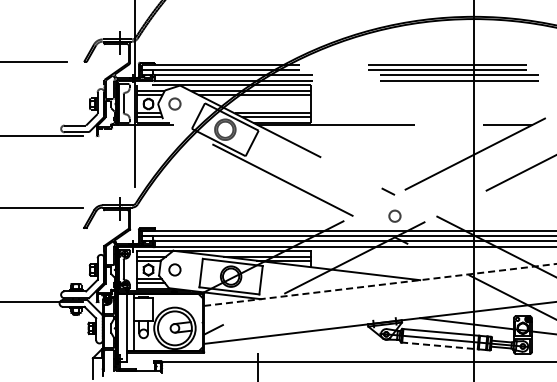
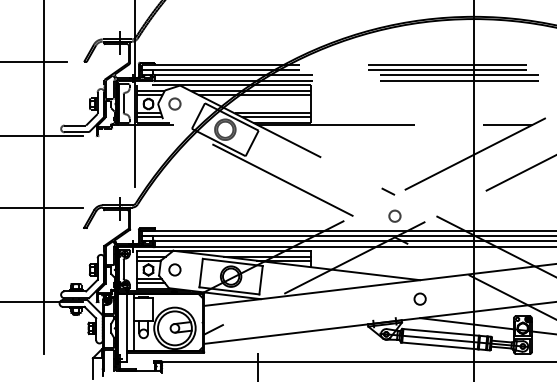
line at (44, 178): none -> present
line at (380, 284): dashed -> solid
circle at (419, 298): none -> present
line at (439, 345): dashed -> solid
